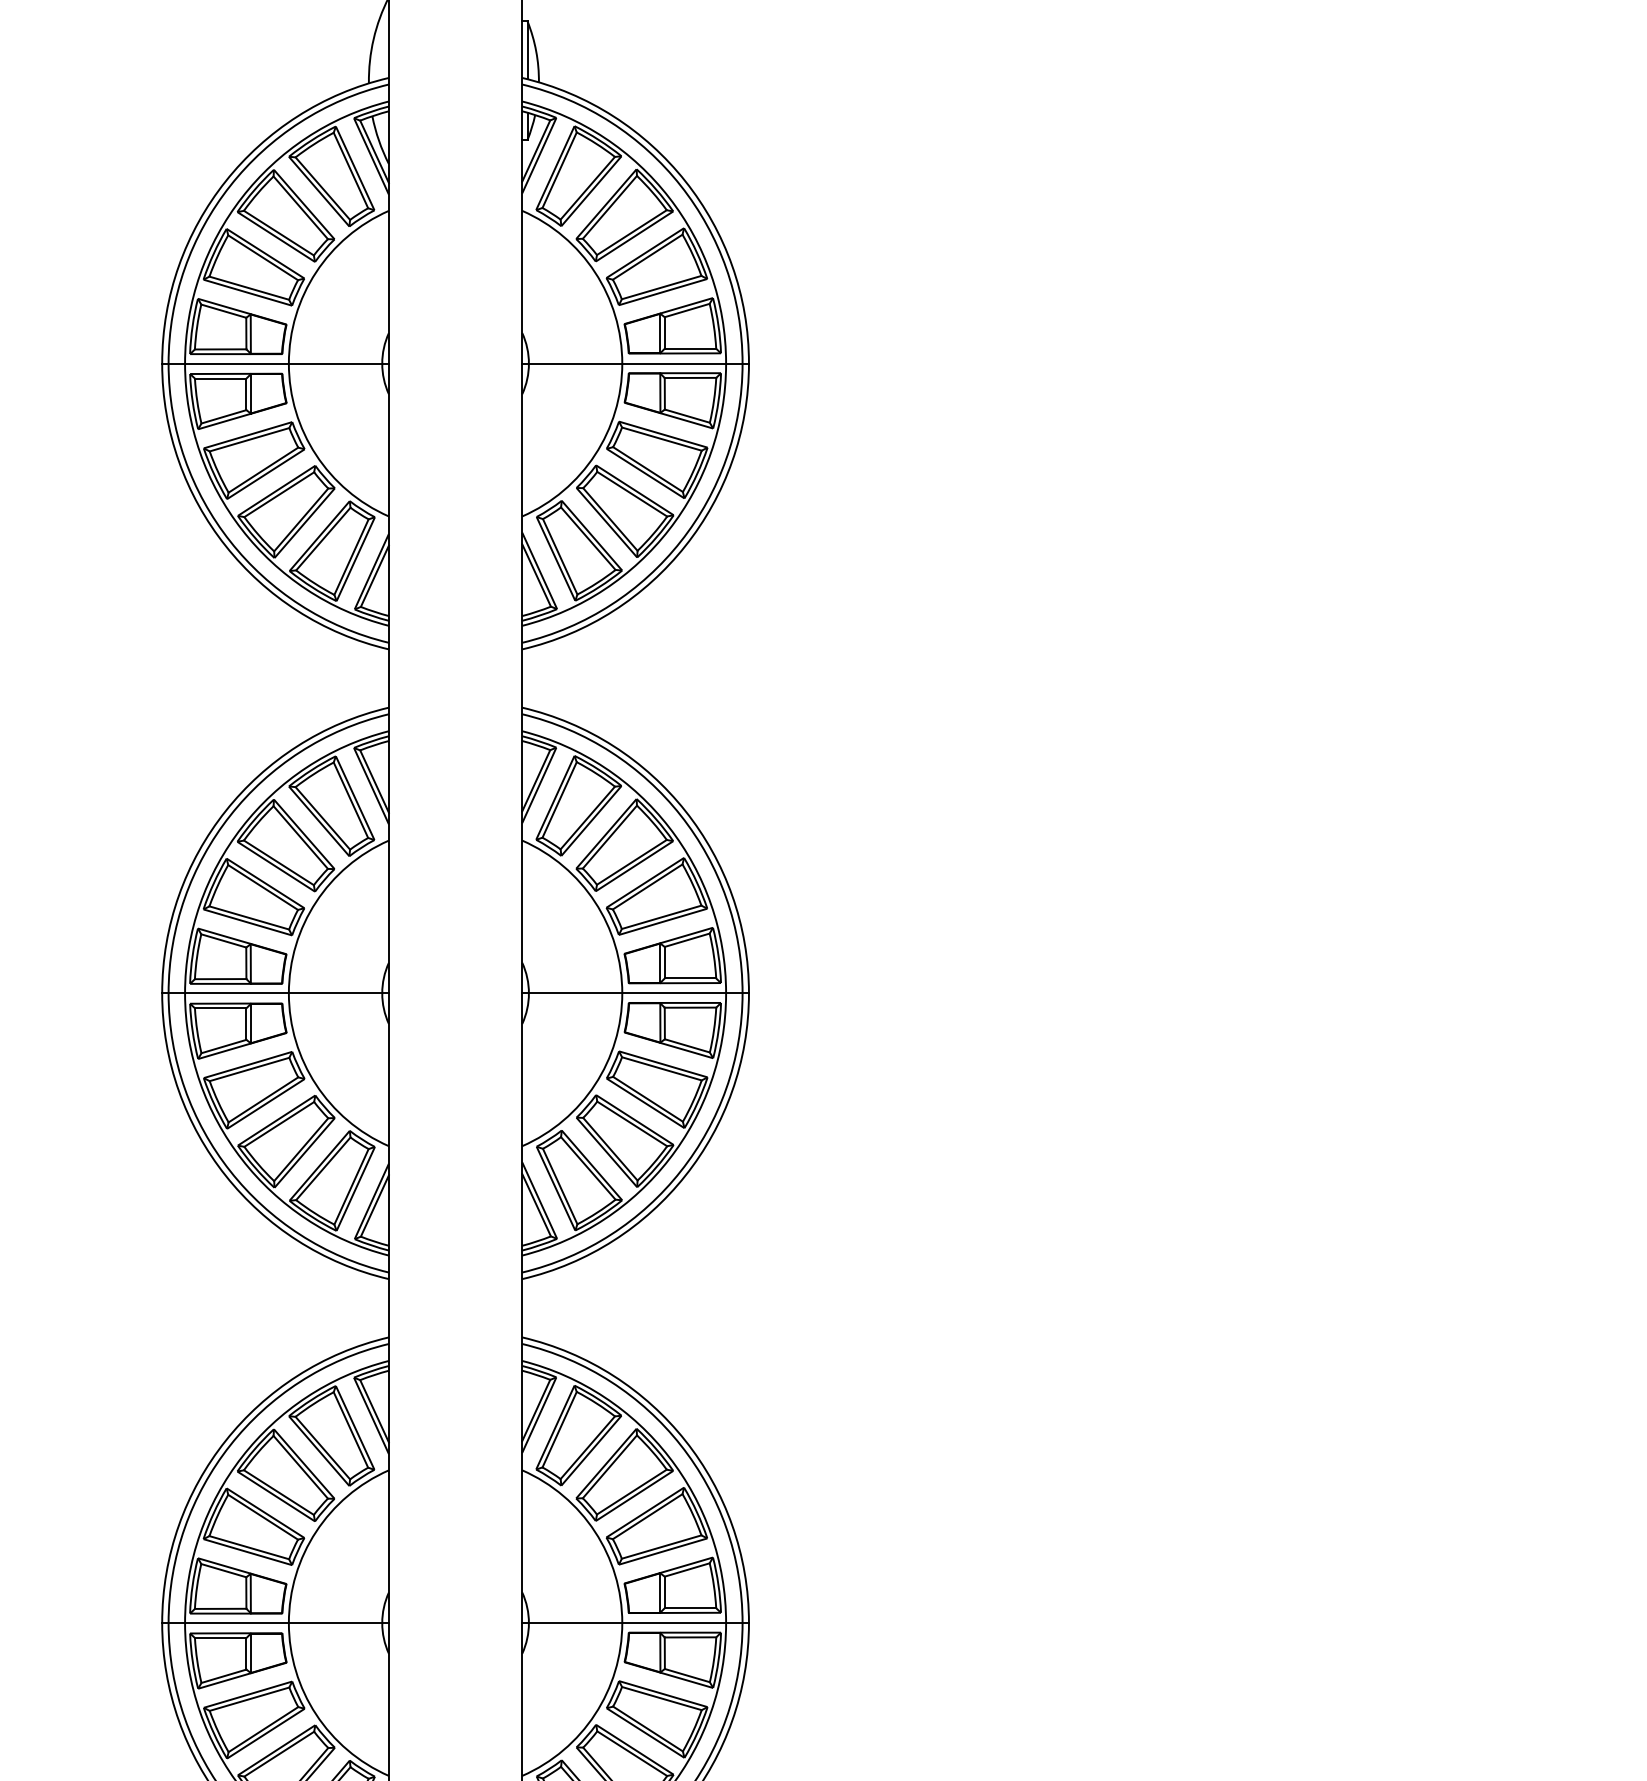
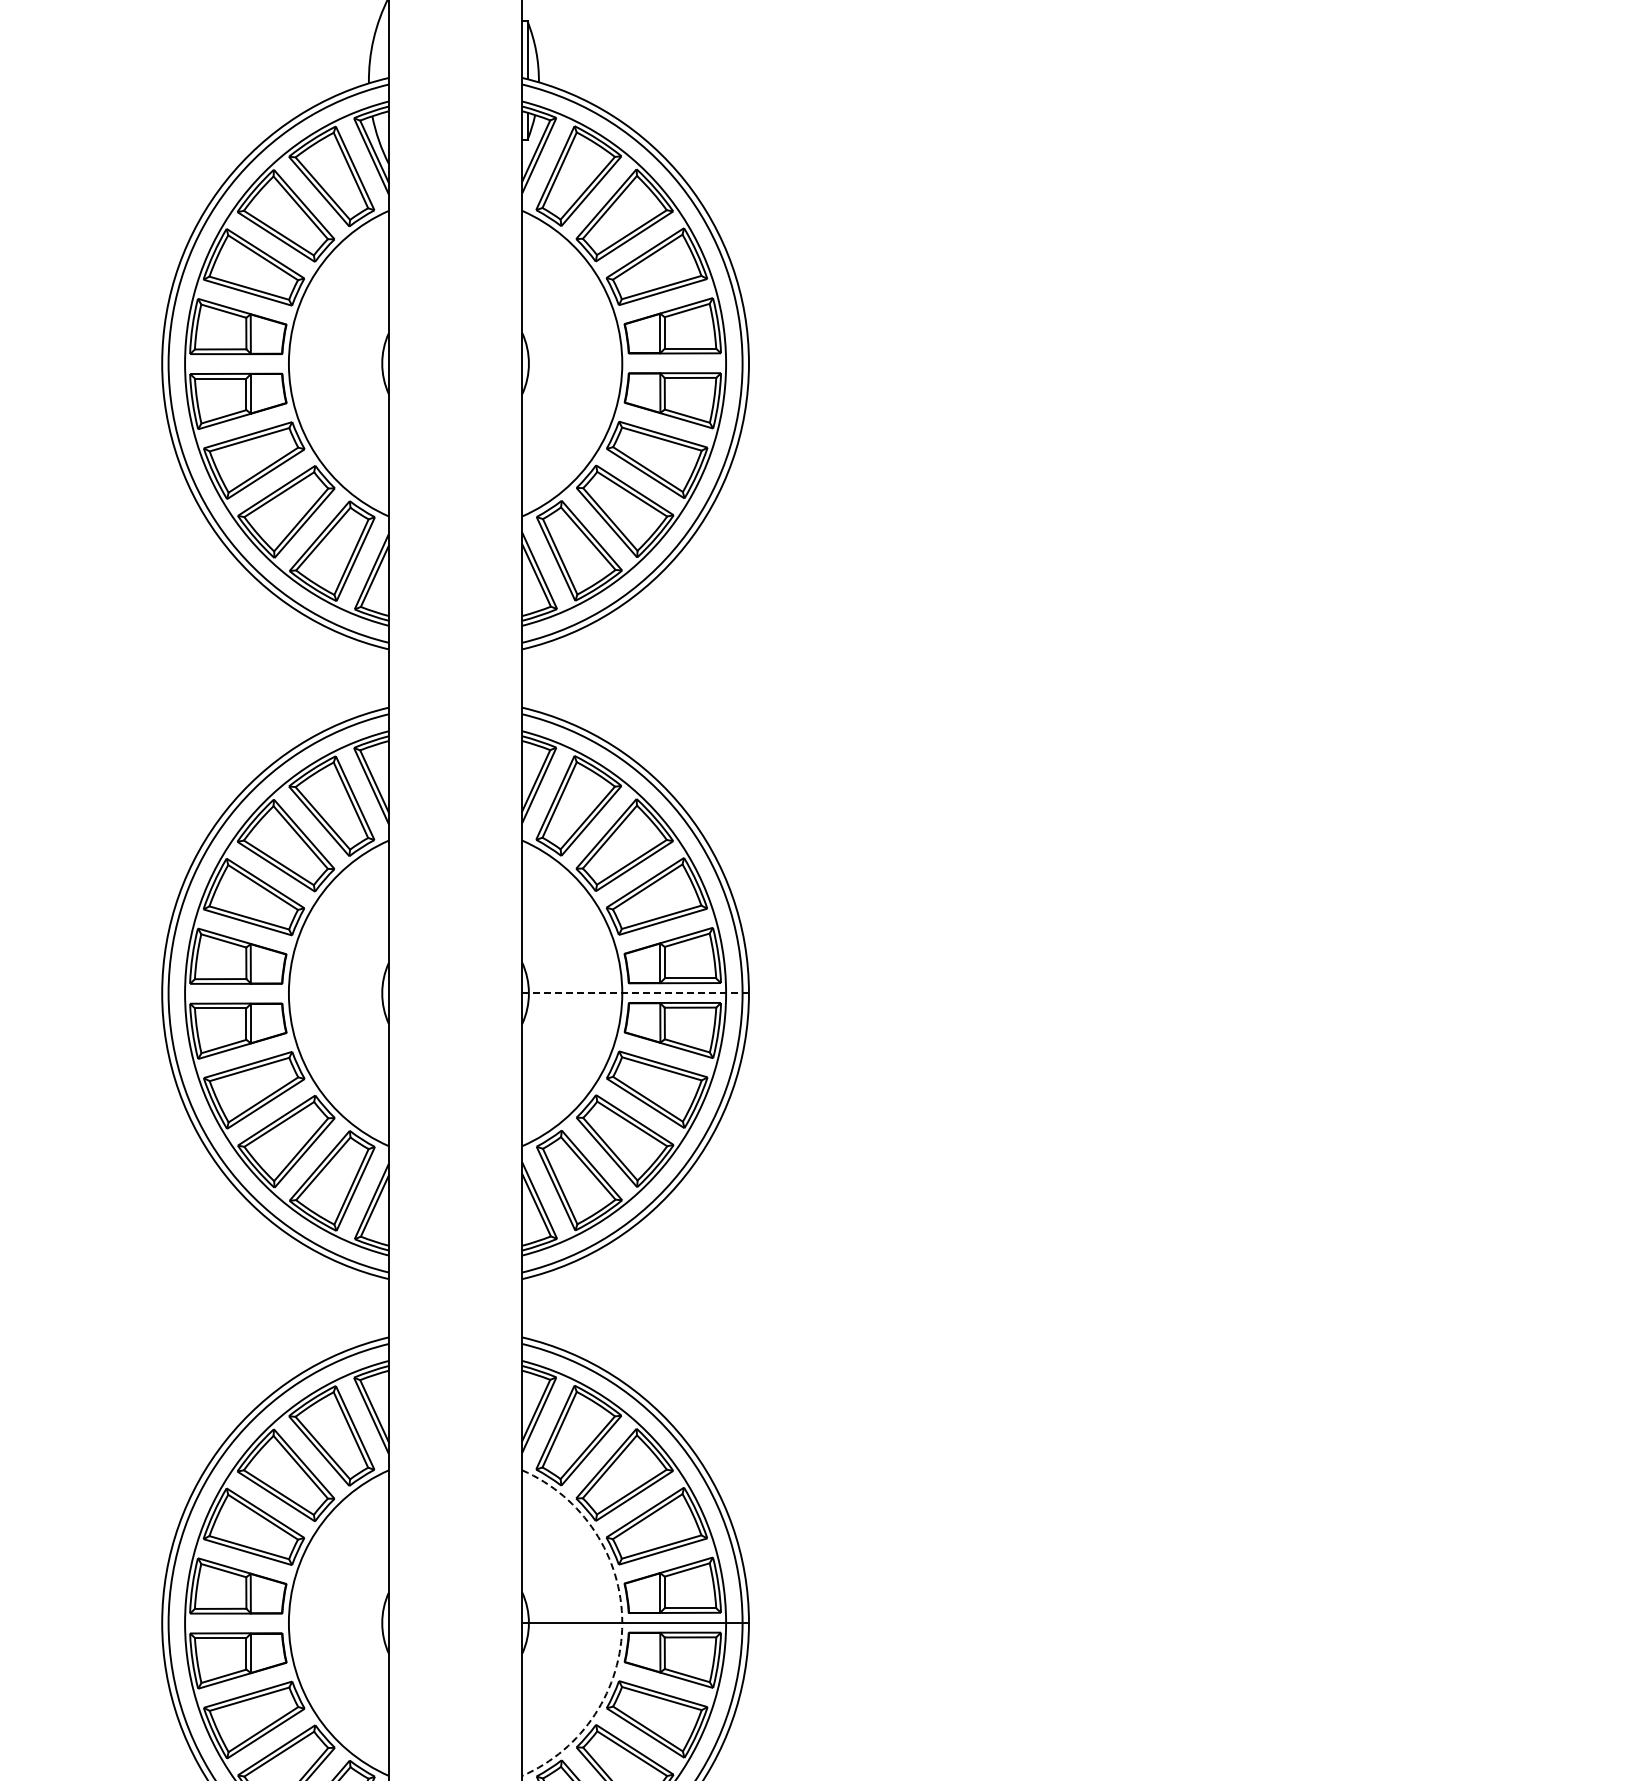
line at (275, 363): present -> none
line at (635, 363): present -> none
line at (275, 993): present -> none
line at (636, 993): solid -> dashed
line at (275, 1623): present -> none
arc at (622, 1623): solid -> dashed
